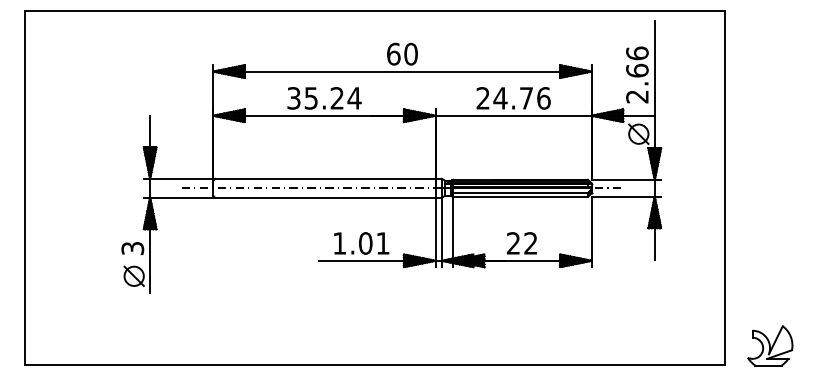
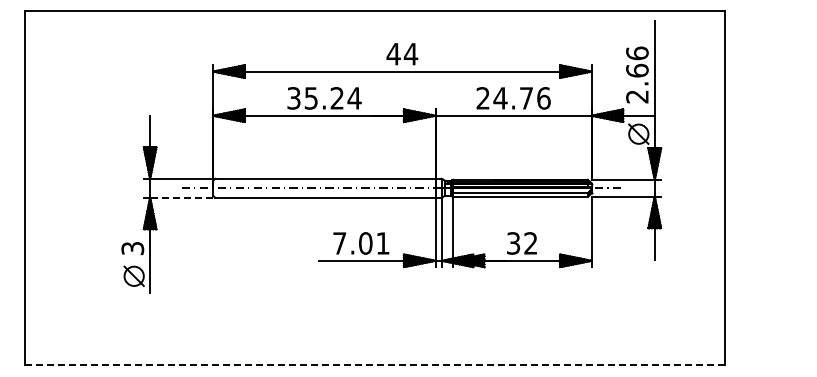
text at (402, 53): 60 -> 44
line at (181, 197): solid -> dashed
text at (339, 243): 1.01 -> 7.01
text at (513, 243): 22 -> 32
part at (770, 345): present -> none
line at (375, 365): solid -> dashed
